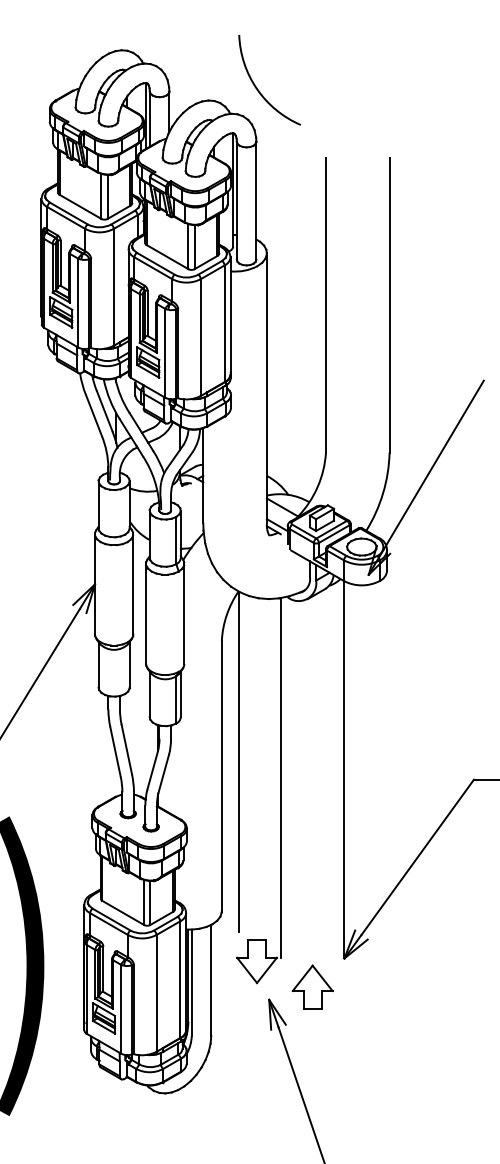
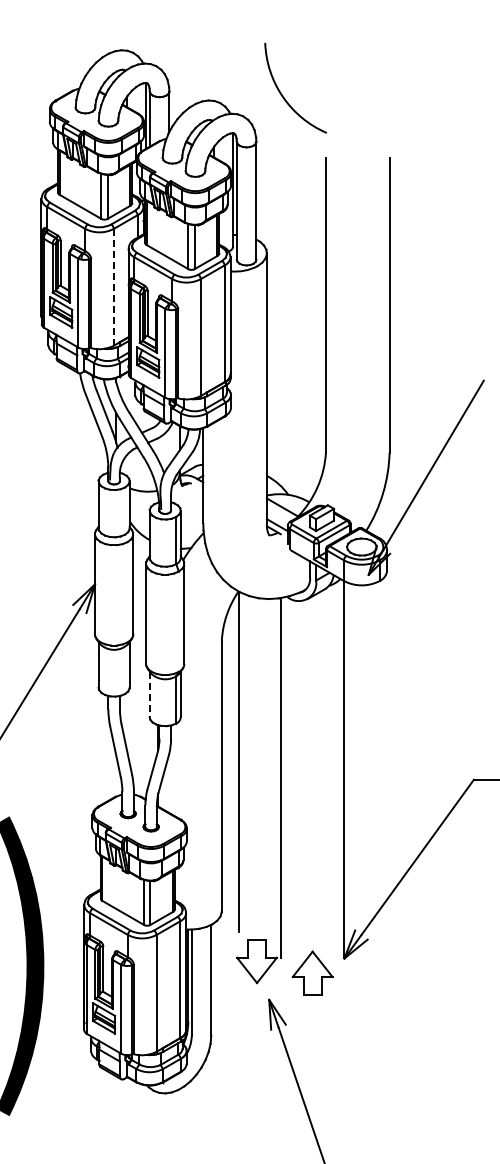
arc at (257, 87) position: (257, 87) -> (283, 95)
line at (113, 286): solid -> dashed
line at (149, 694): solid -> dashed
part at (312, 986) position: (312, 986) -> (312, 972)
